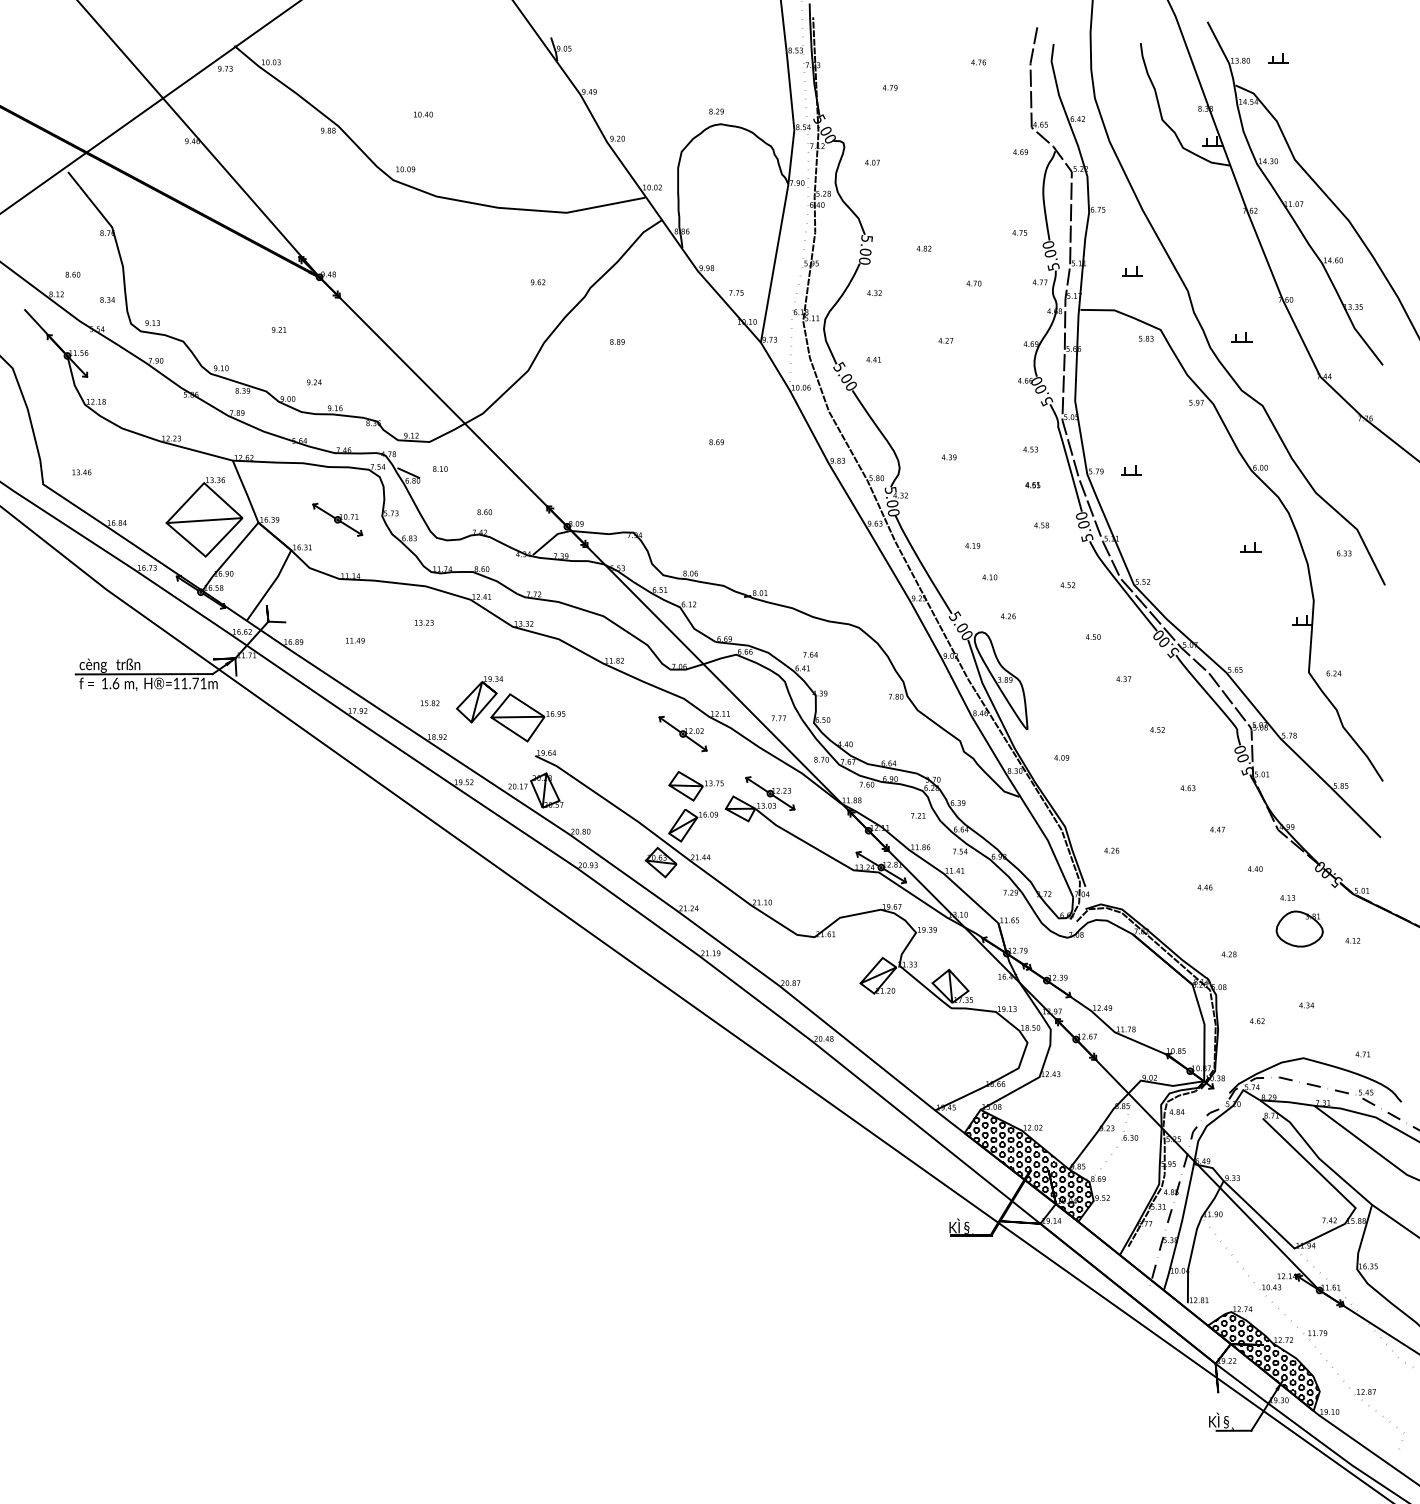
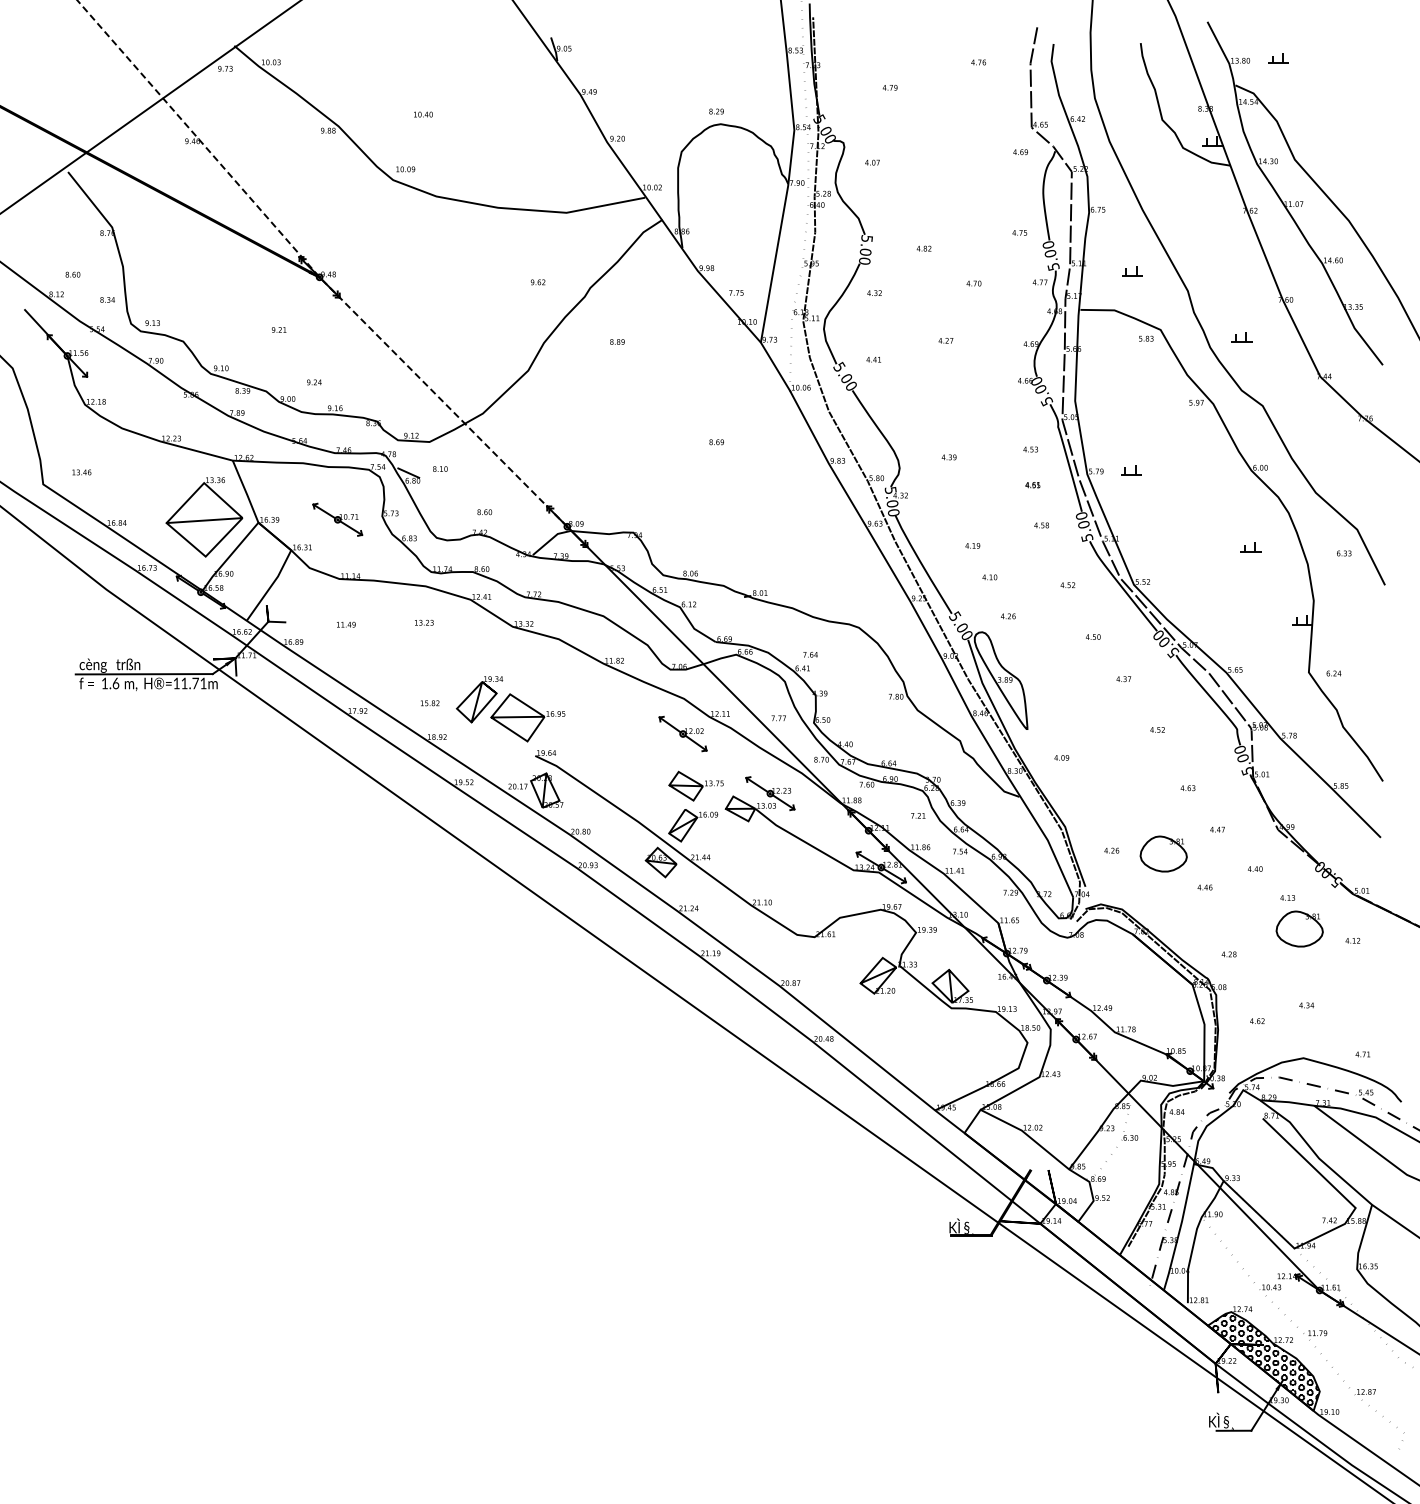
line at (314, 271): solid -> dashed
text at (355, 640) position: (355, 640) -> (346, 624)
part at (1163, 853): none -> present
hatch at (1028, 1166): present -> none
